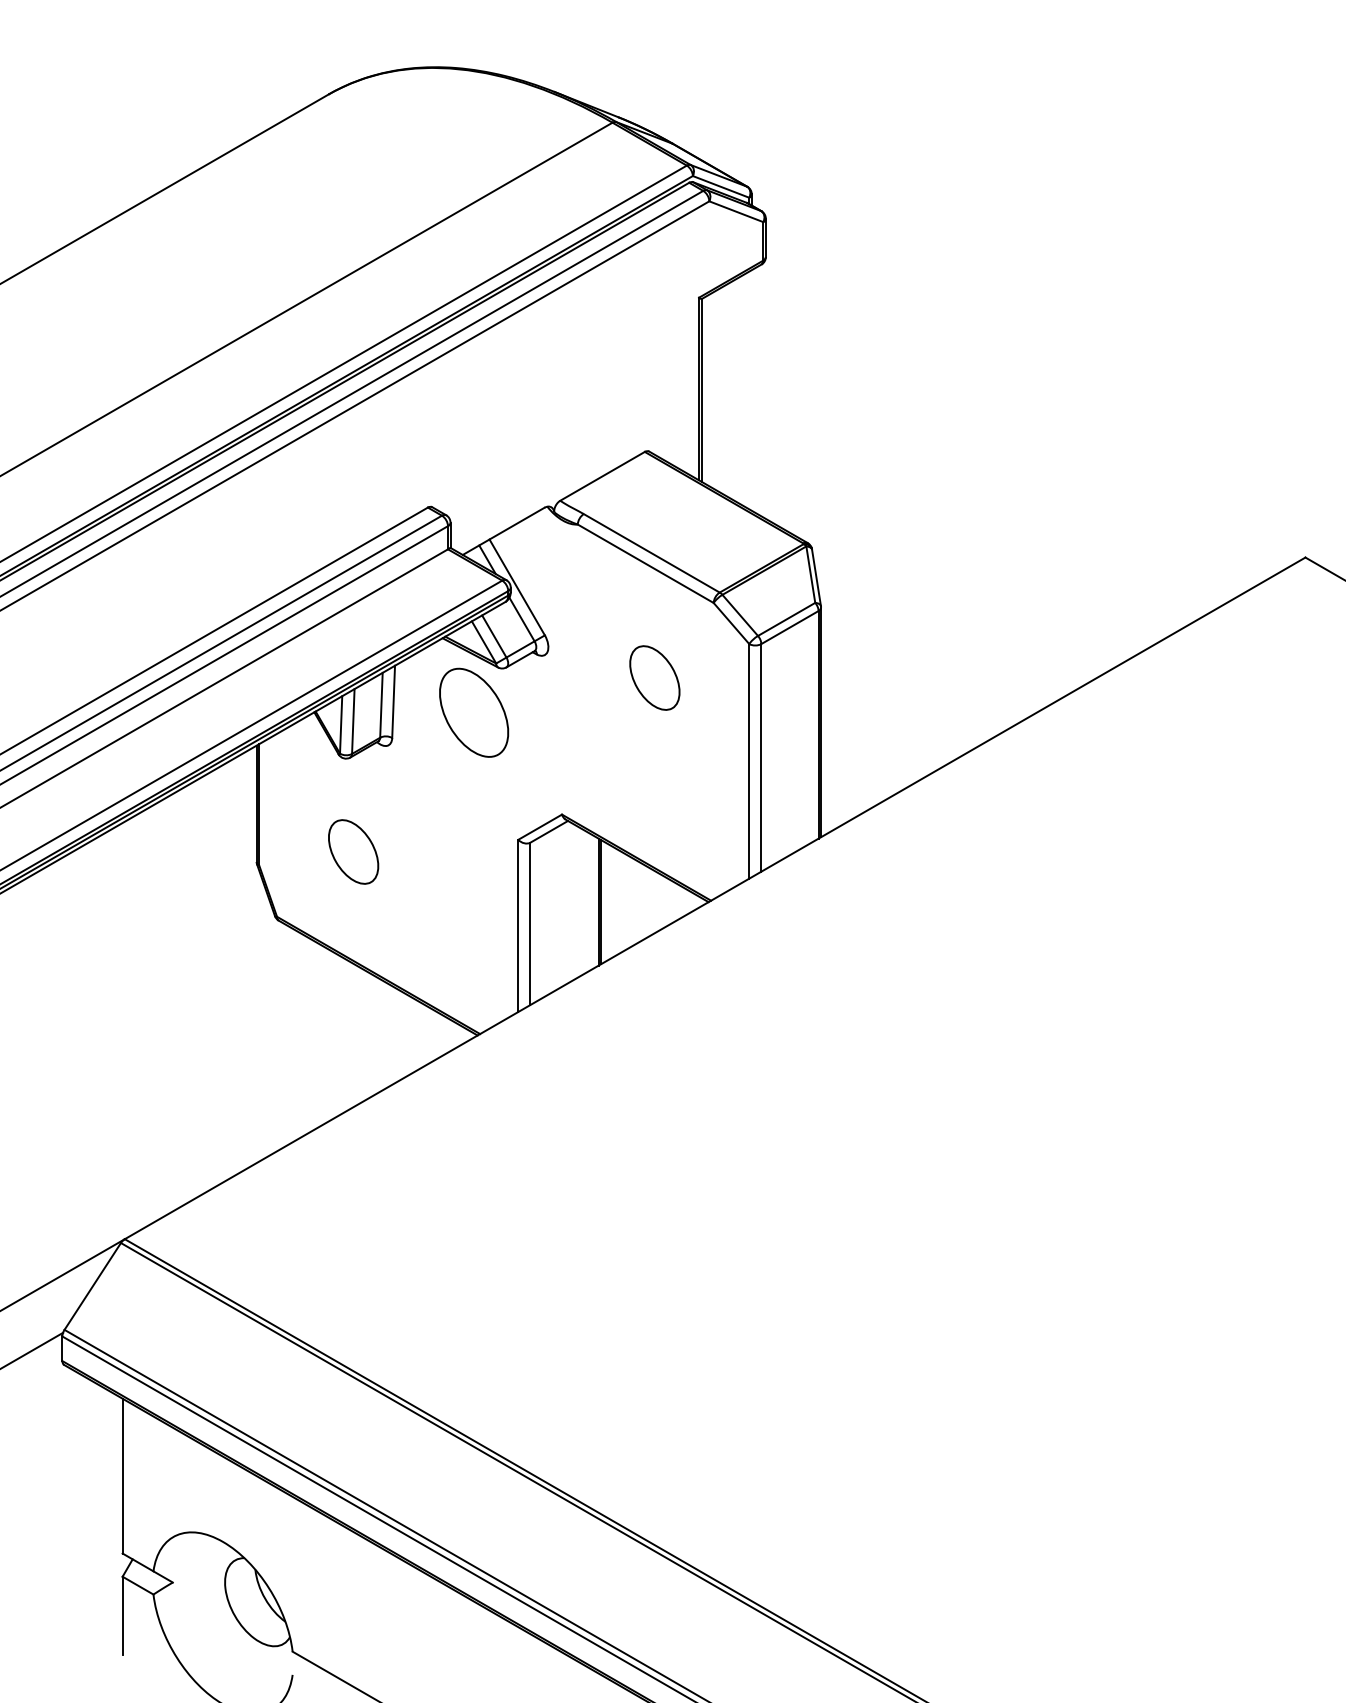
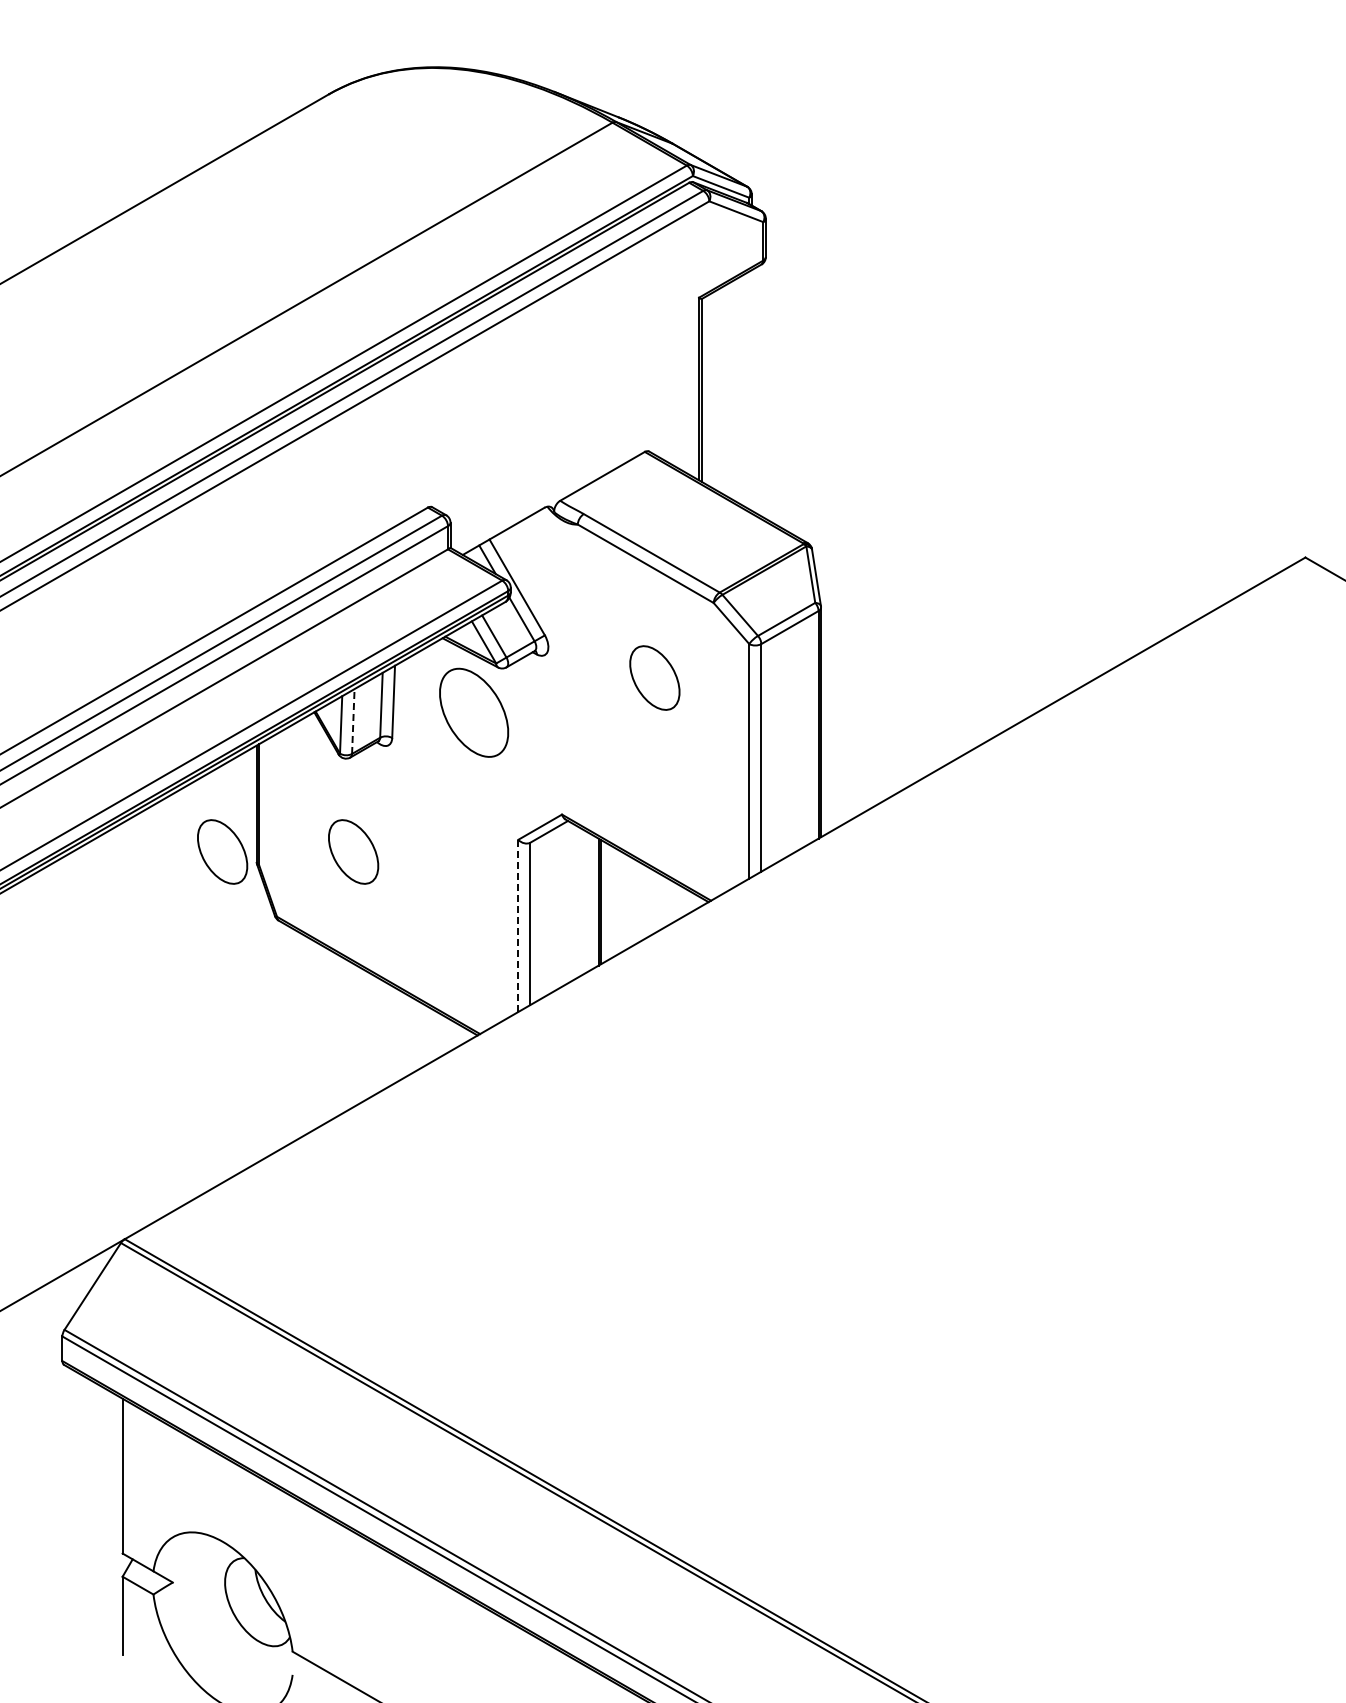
line at (353, 721): solid -> dashed
part at (222, 851): none -> present
line at (518, 926): solid -> dashed
line at (32, 1349): present -> none
